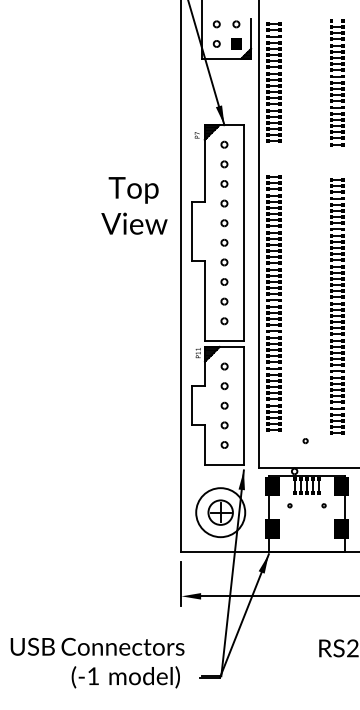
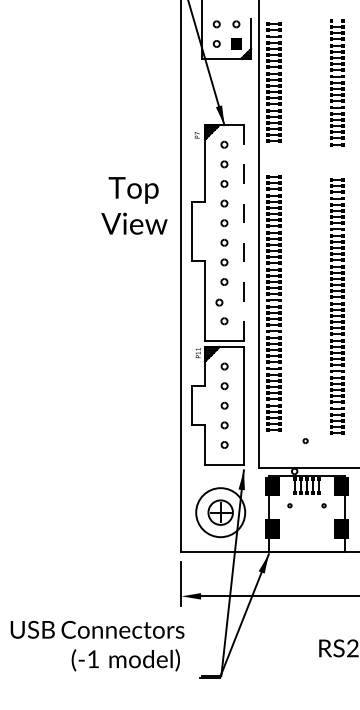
line at (244, 233): solid -> dashed
part at (224, 301) position: (224, 301) -> (219, 302)
text at (97, 662) position: (97, 662) -> (97, 645)
